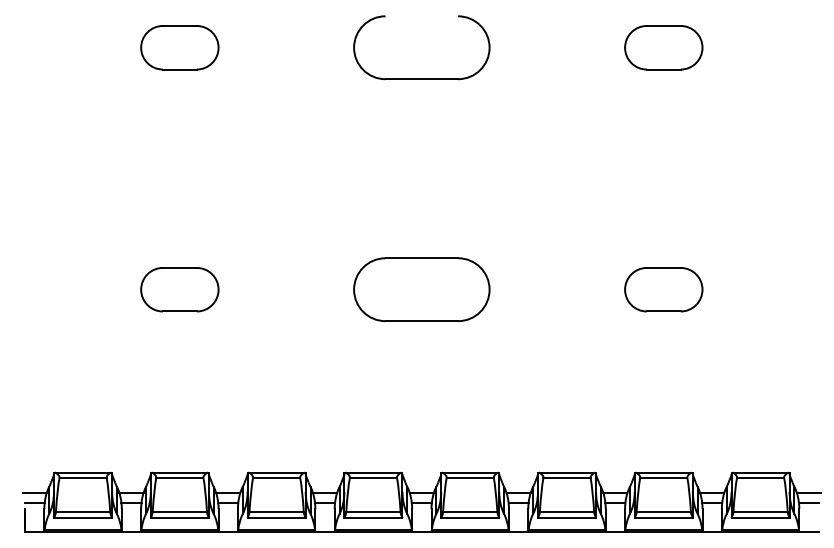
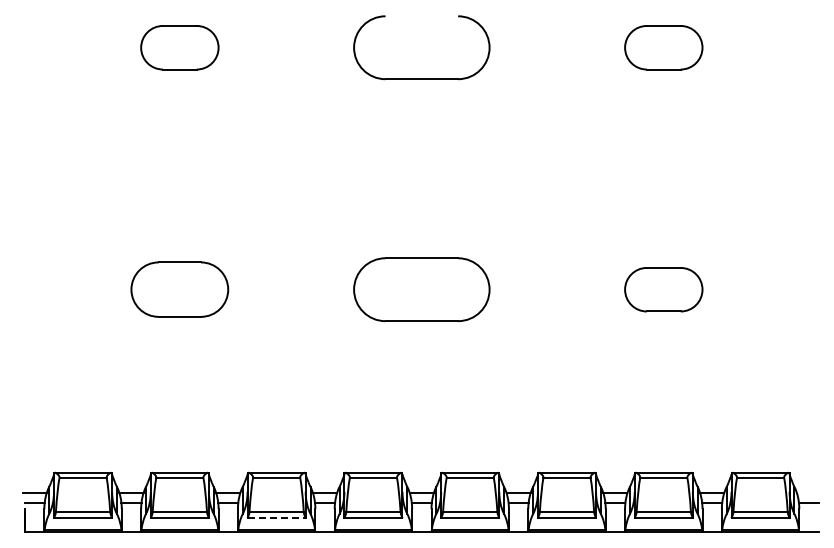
part at (179, 289) size: 80x46 px -> 100x57 px
line at (808, 492): present -> none
line at (277, 518): solid -> dashed
